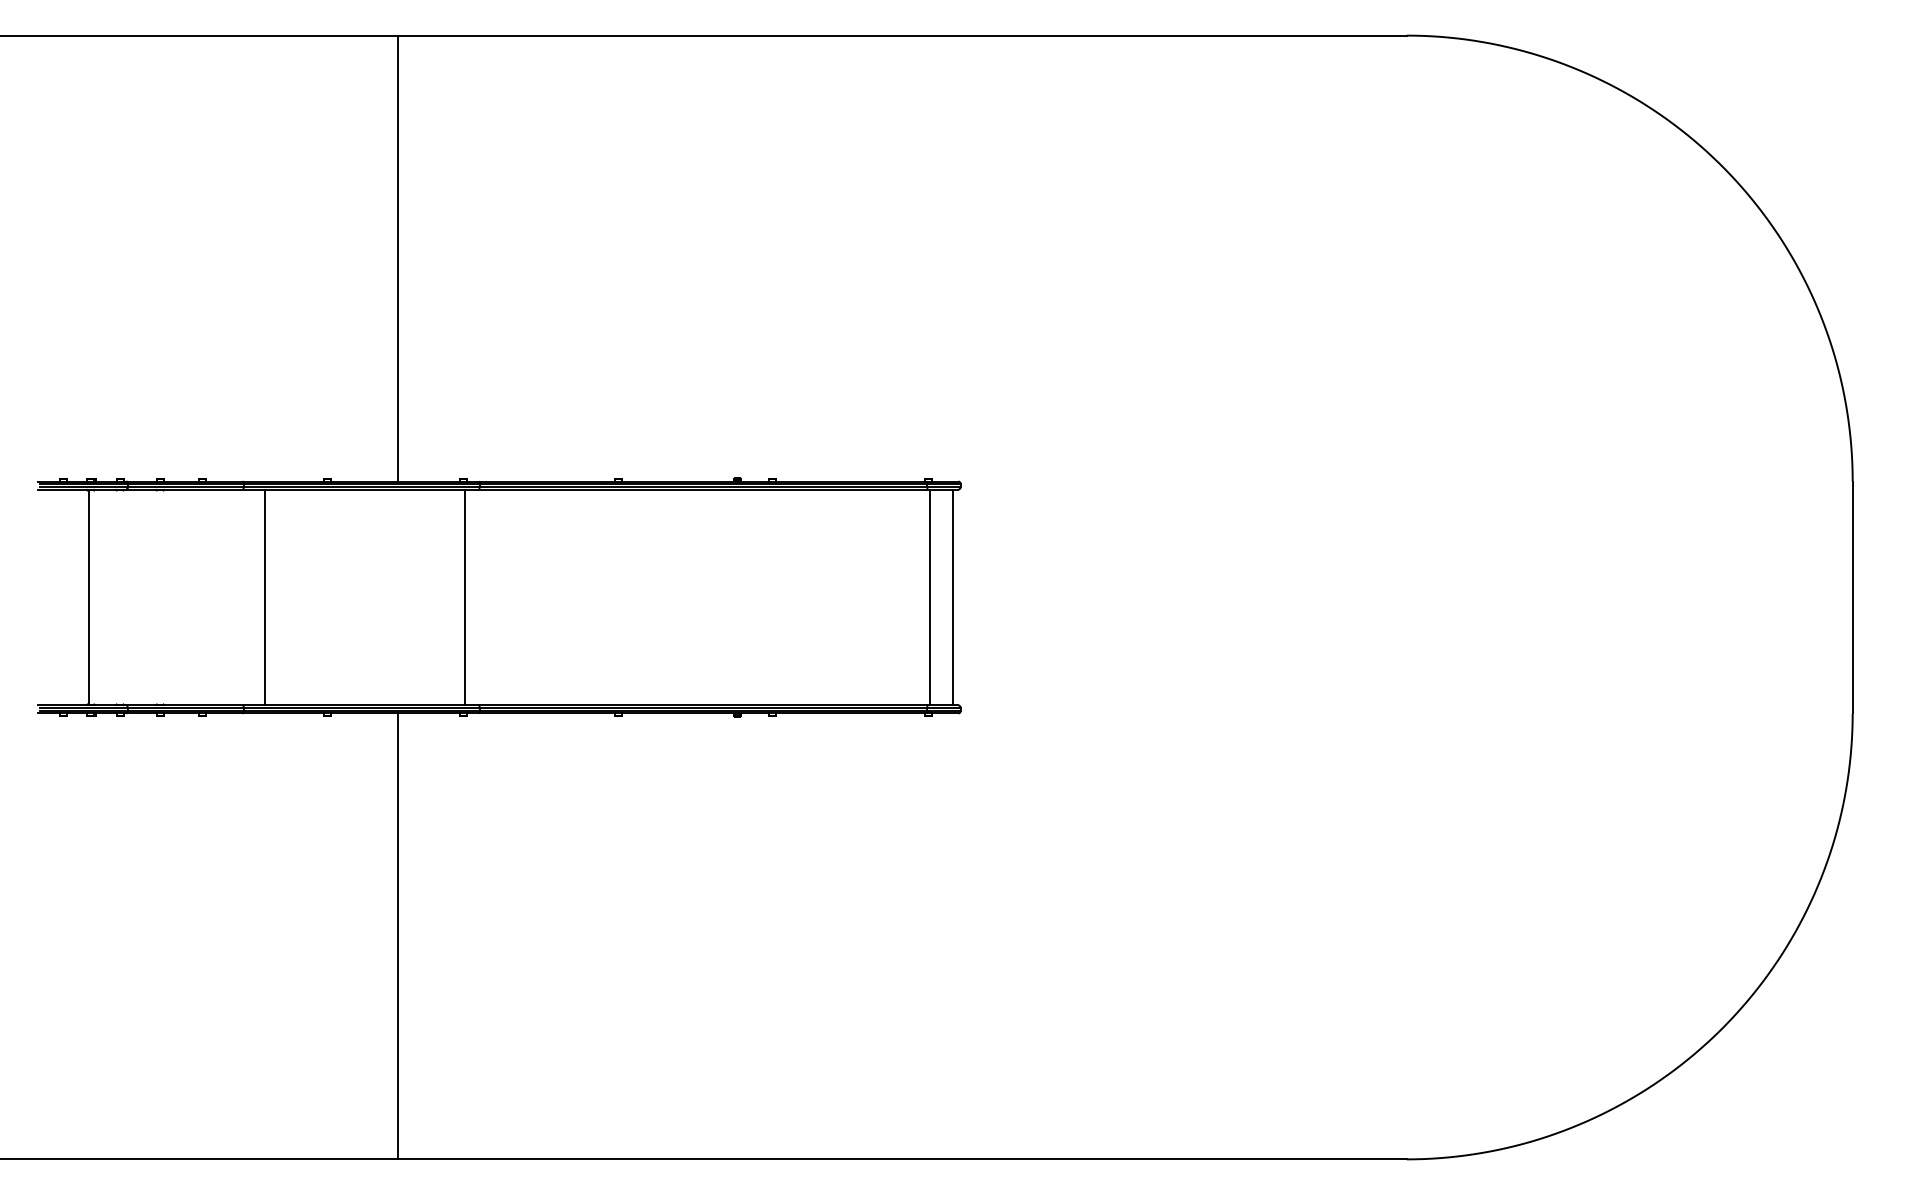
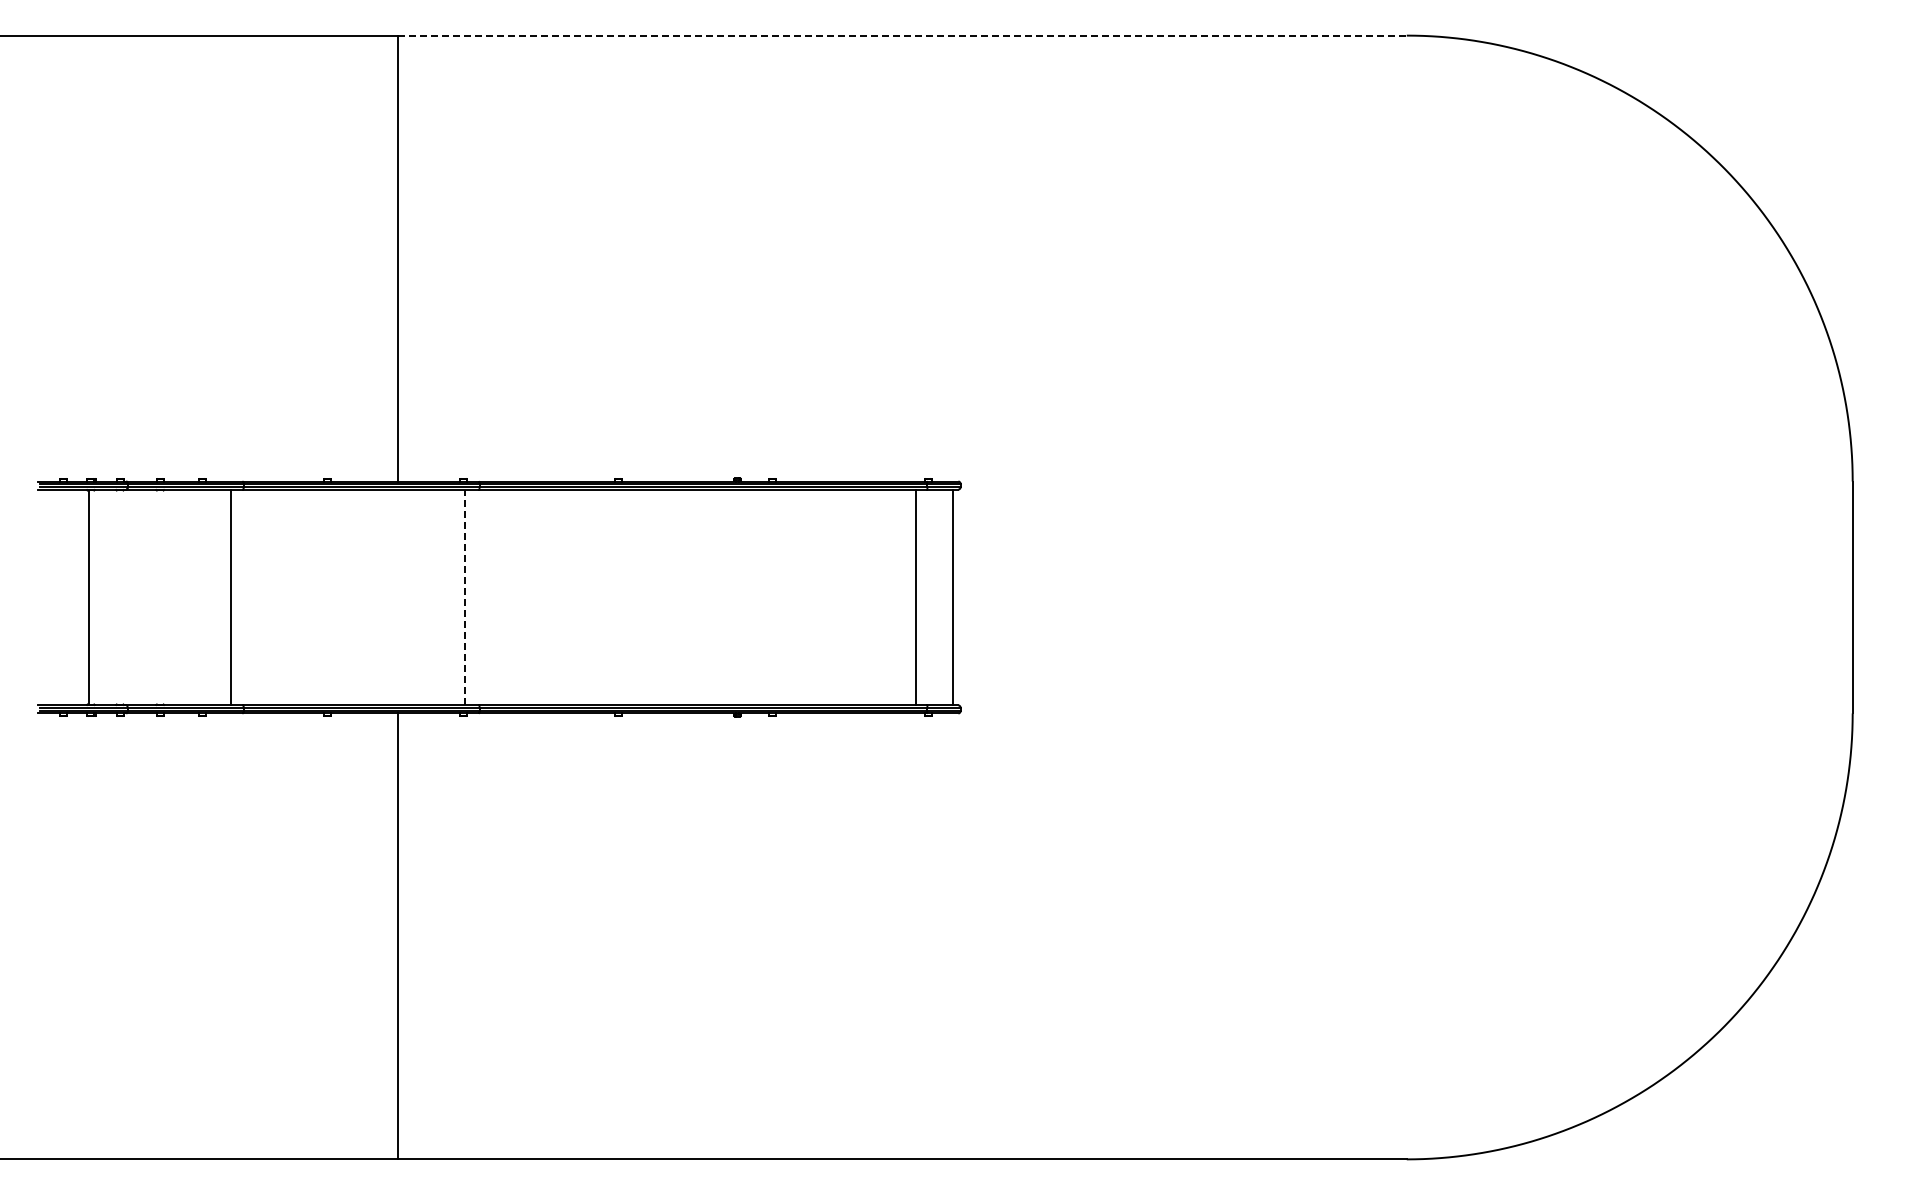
line at (903, 35): solid -> dashed
line at (264, 597) position: (264, 597) -> (230, 597)
line at (465, 597): solid -> dashed
line at (929, 597) position: (929, 597) -> (915, 597)
